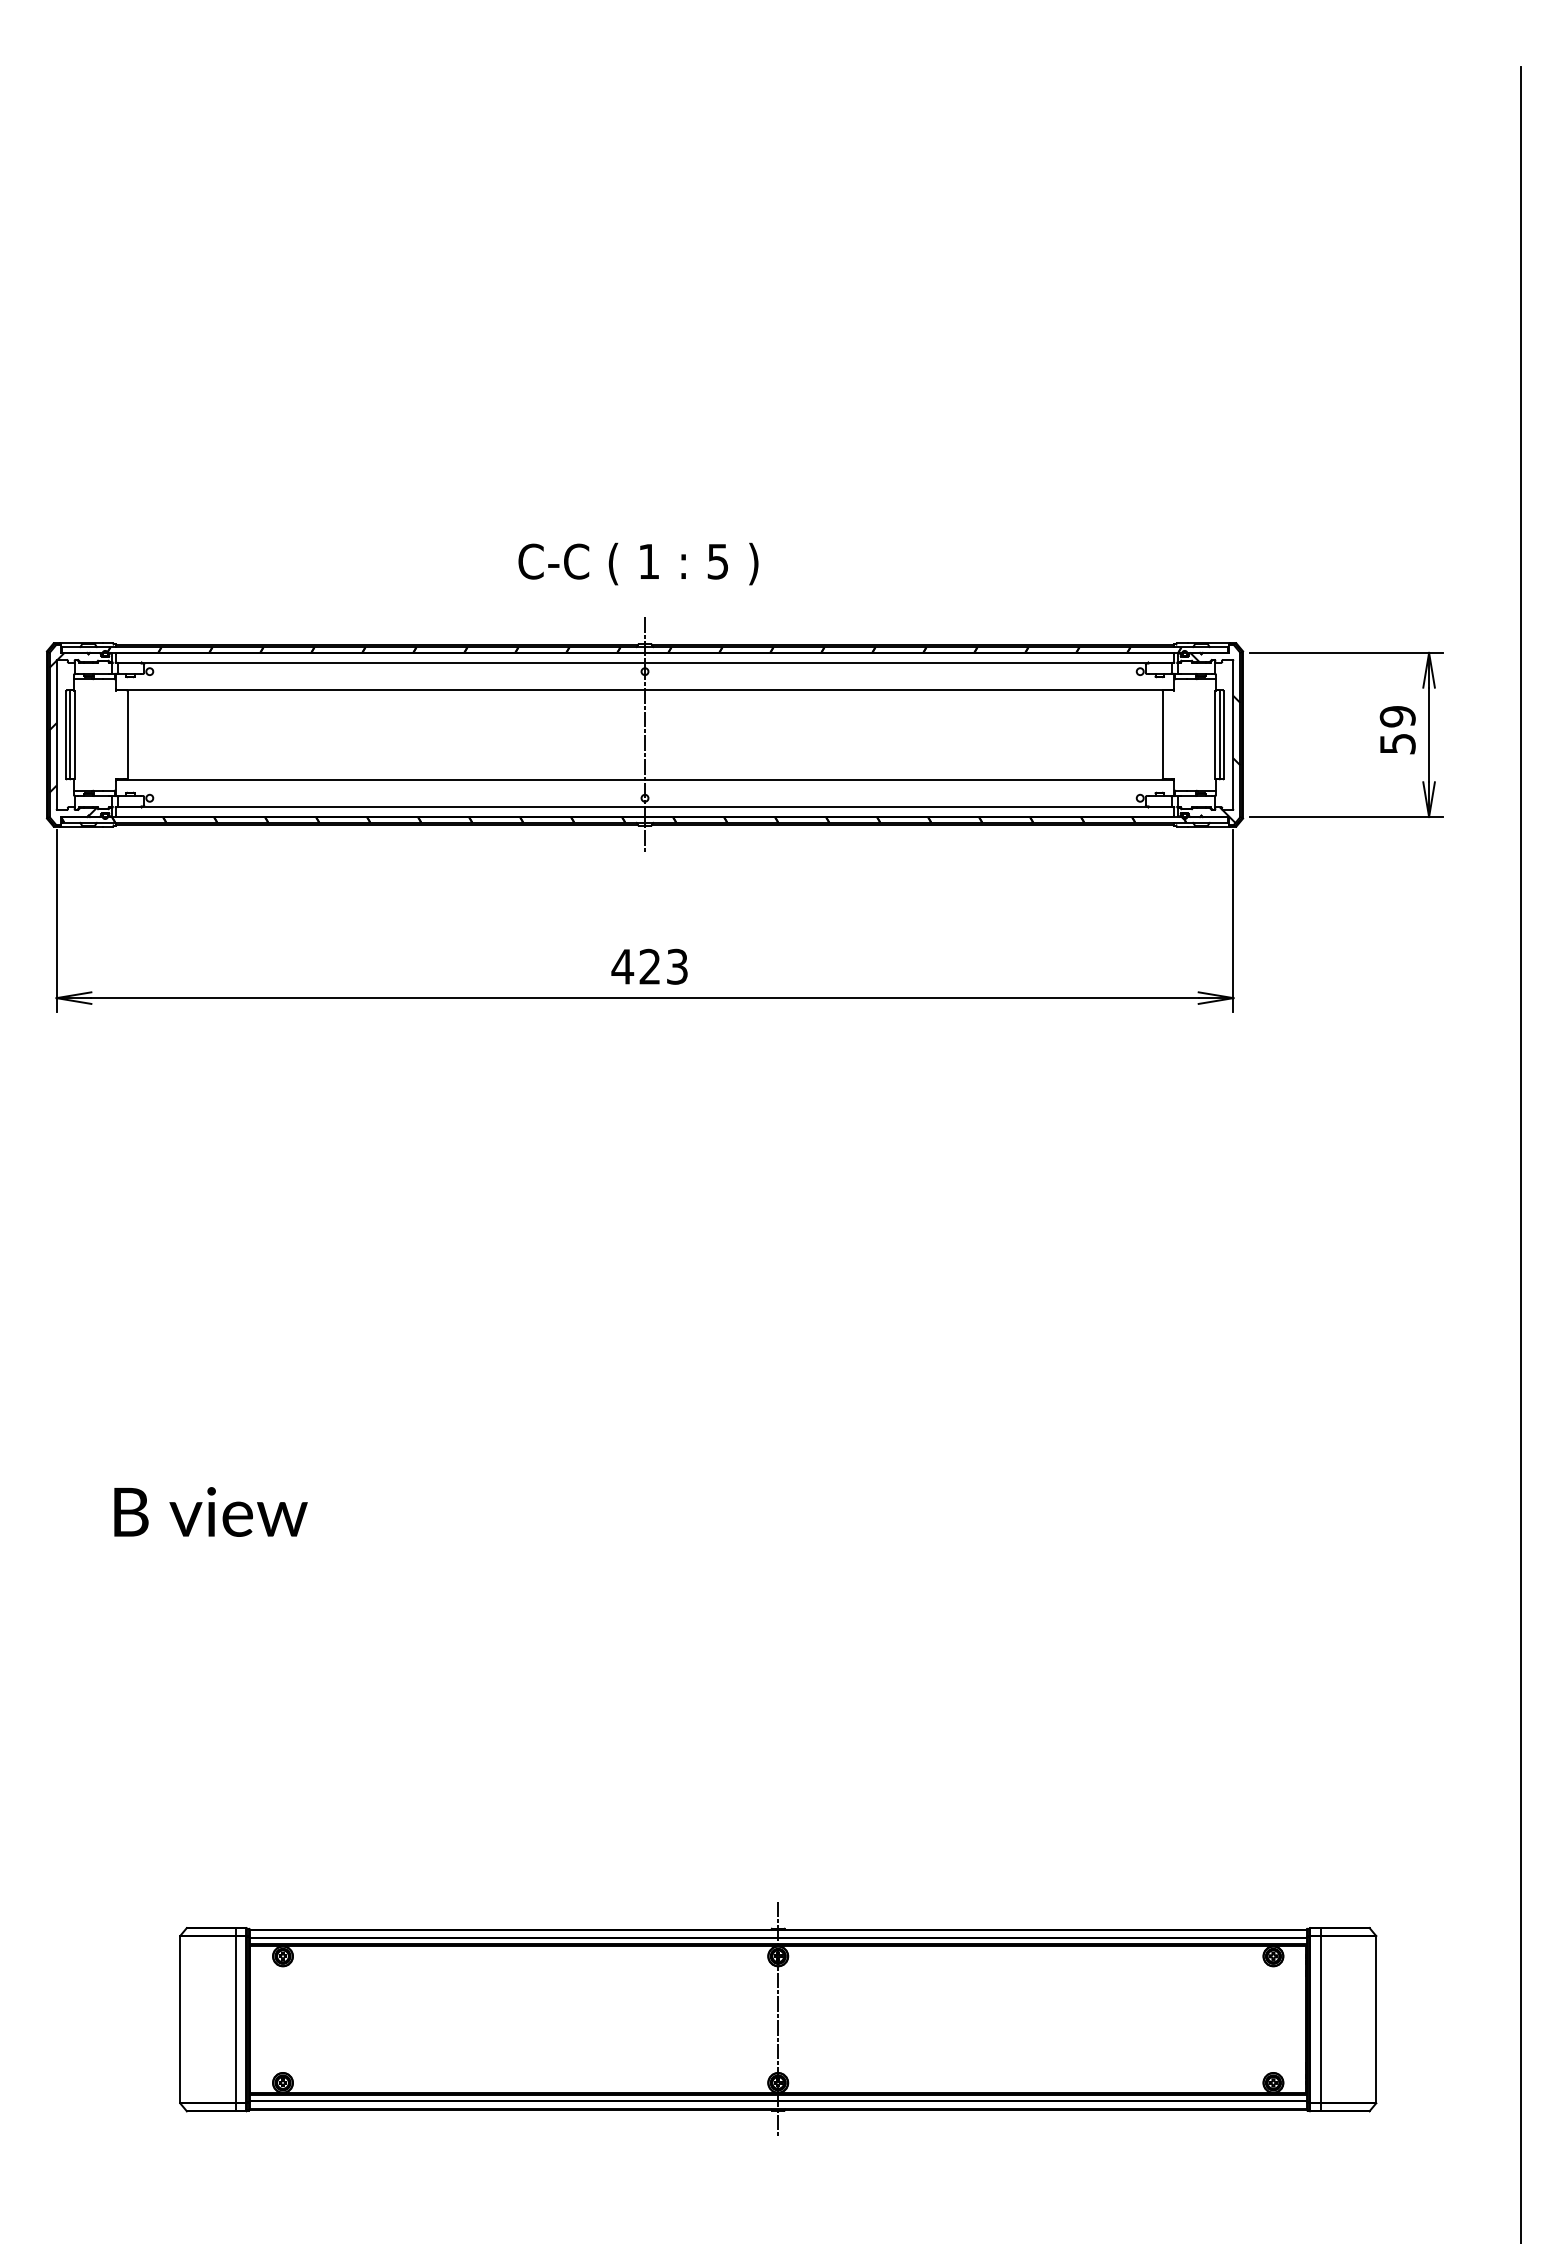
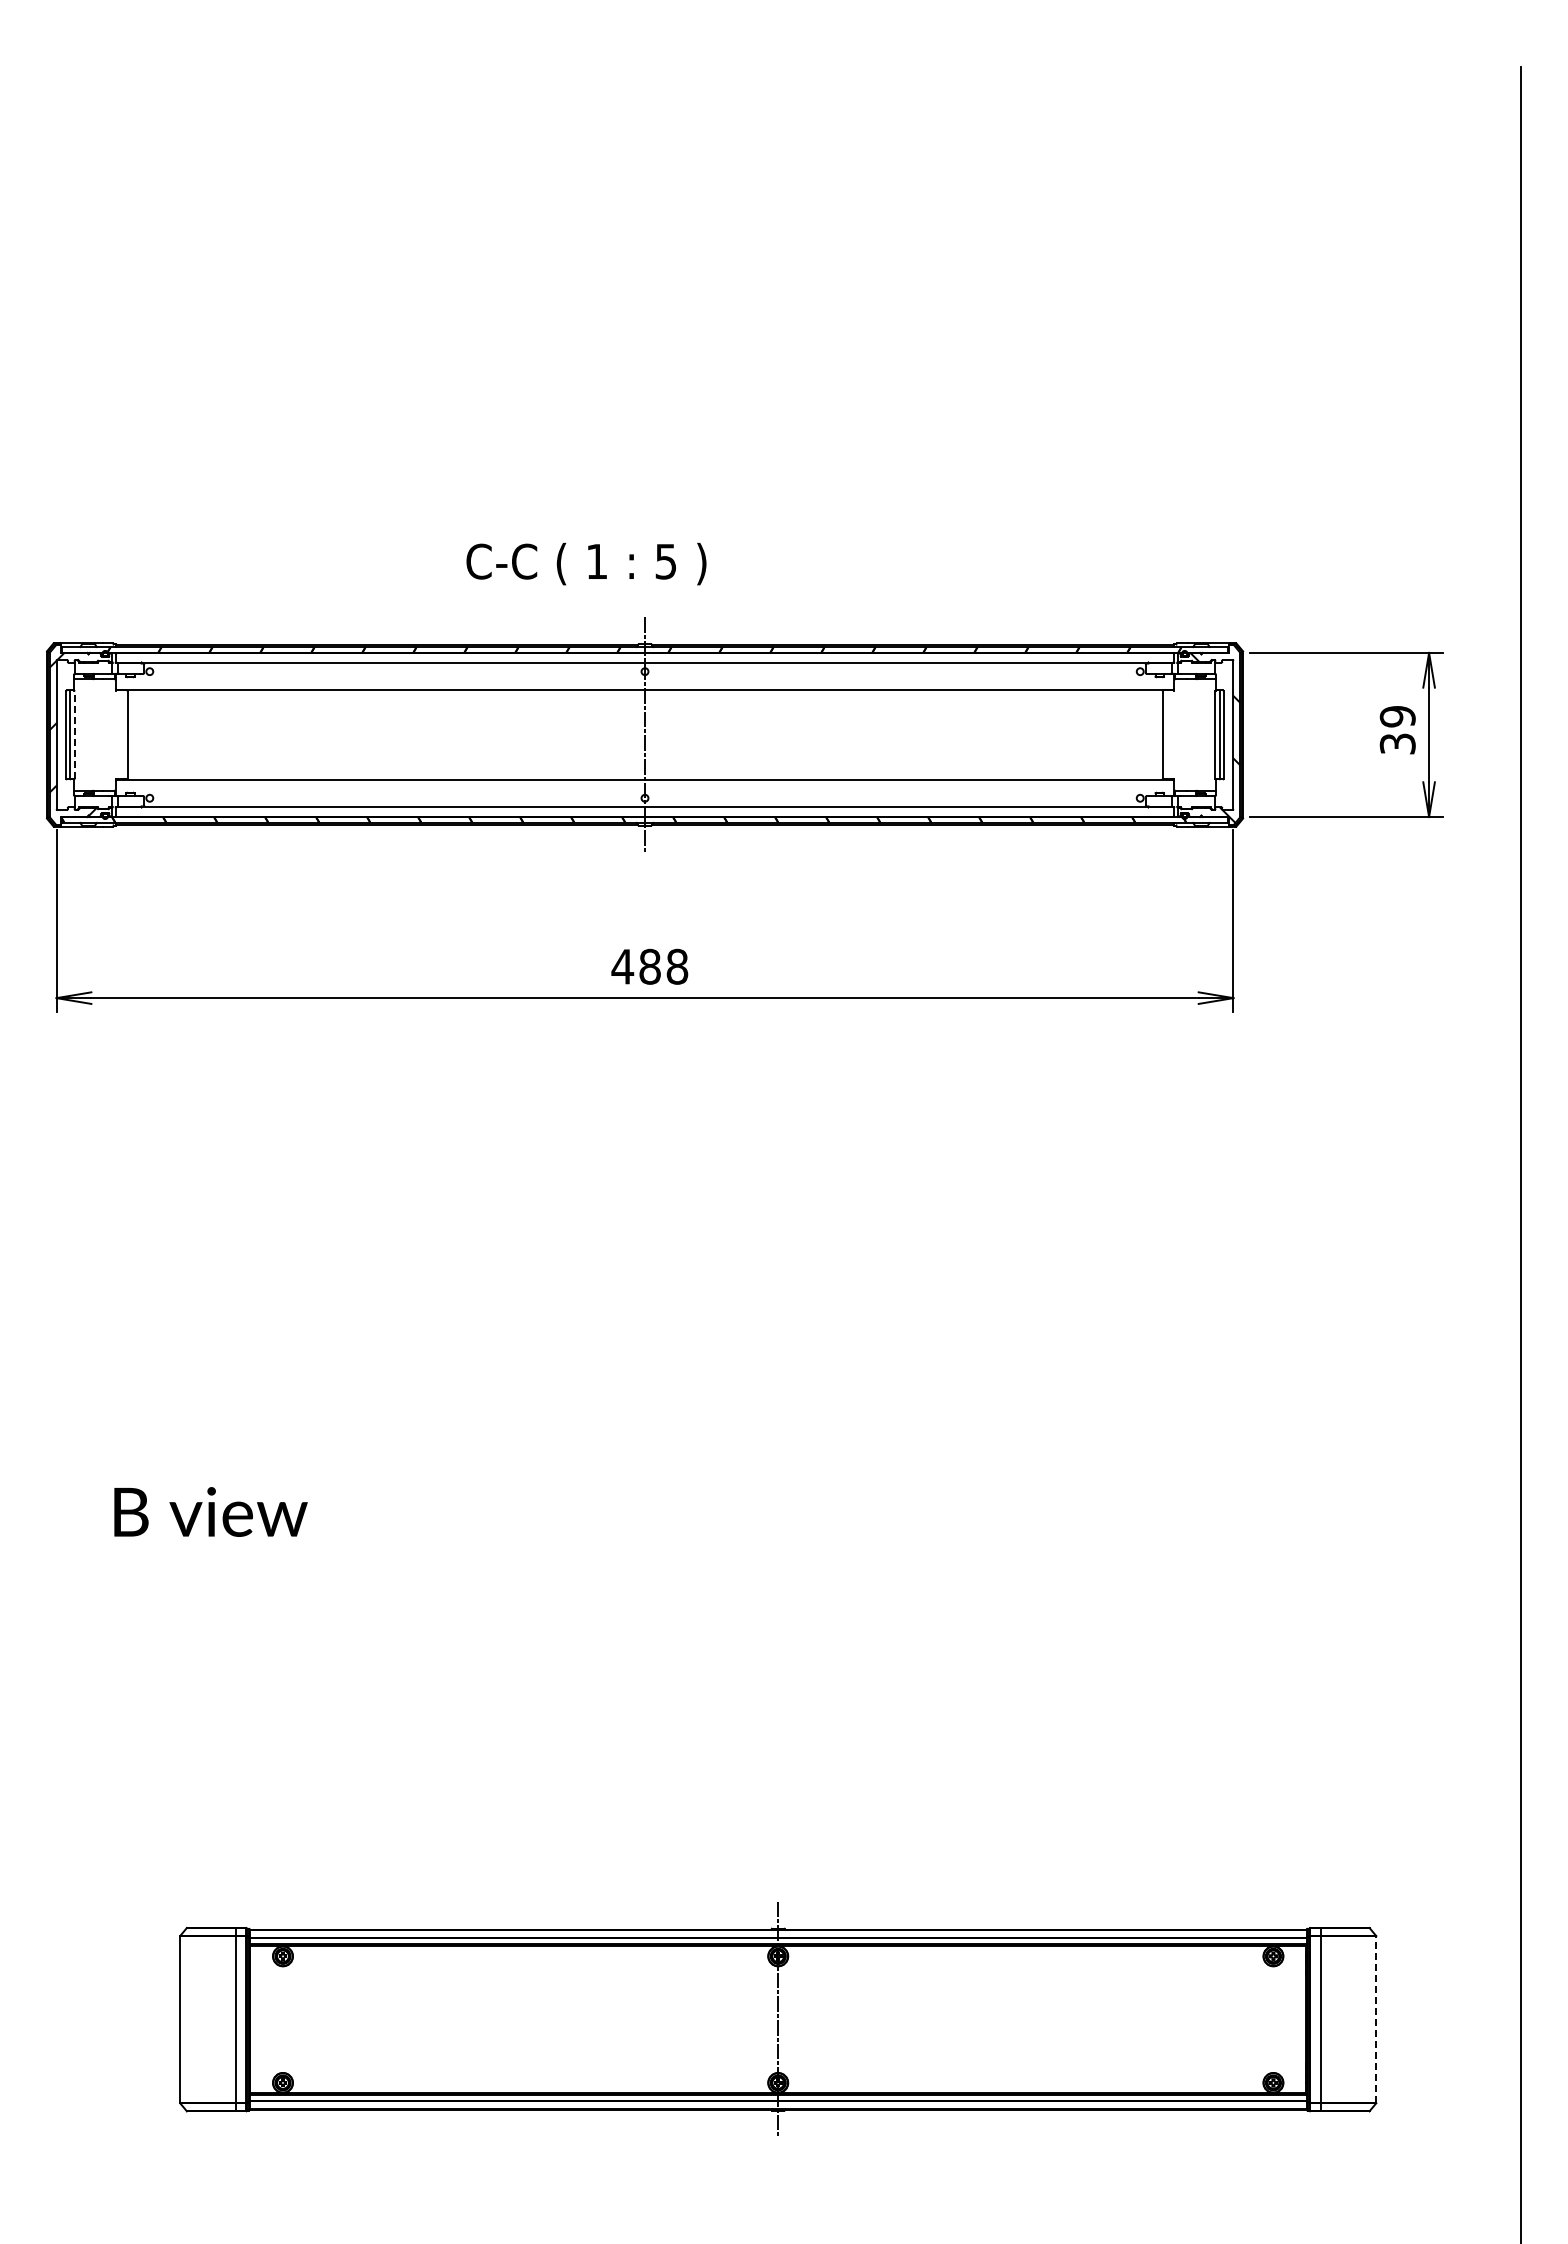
text at (638, 563) position: (638, 563) -> (586, 563)
line at (74, 734): solid -> dashed
text at (1397, 743): 59 -> 39
text at (663, 966): 423 -> 488
line at (1376, 2019): solid -> dashed
